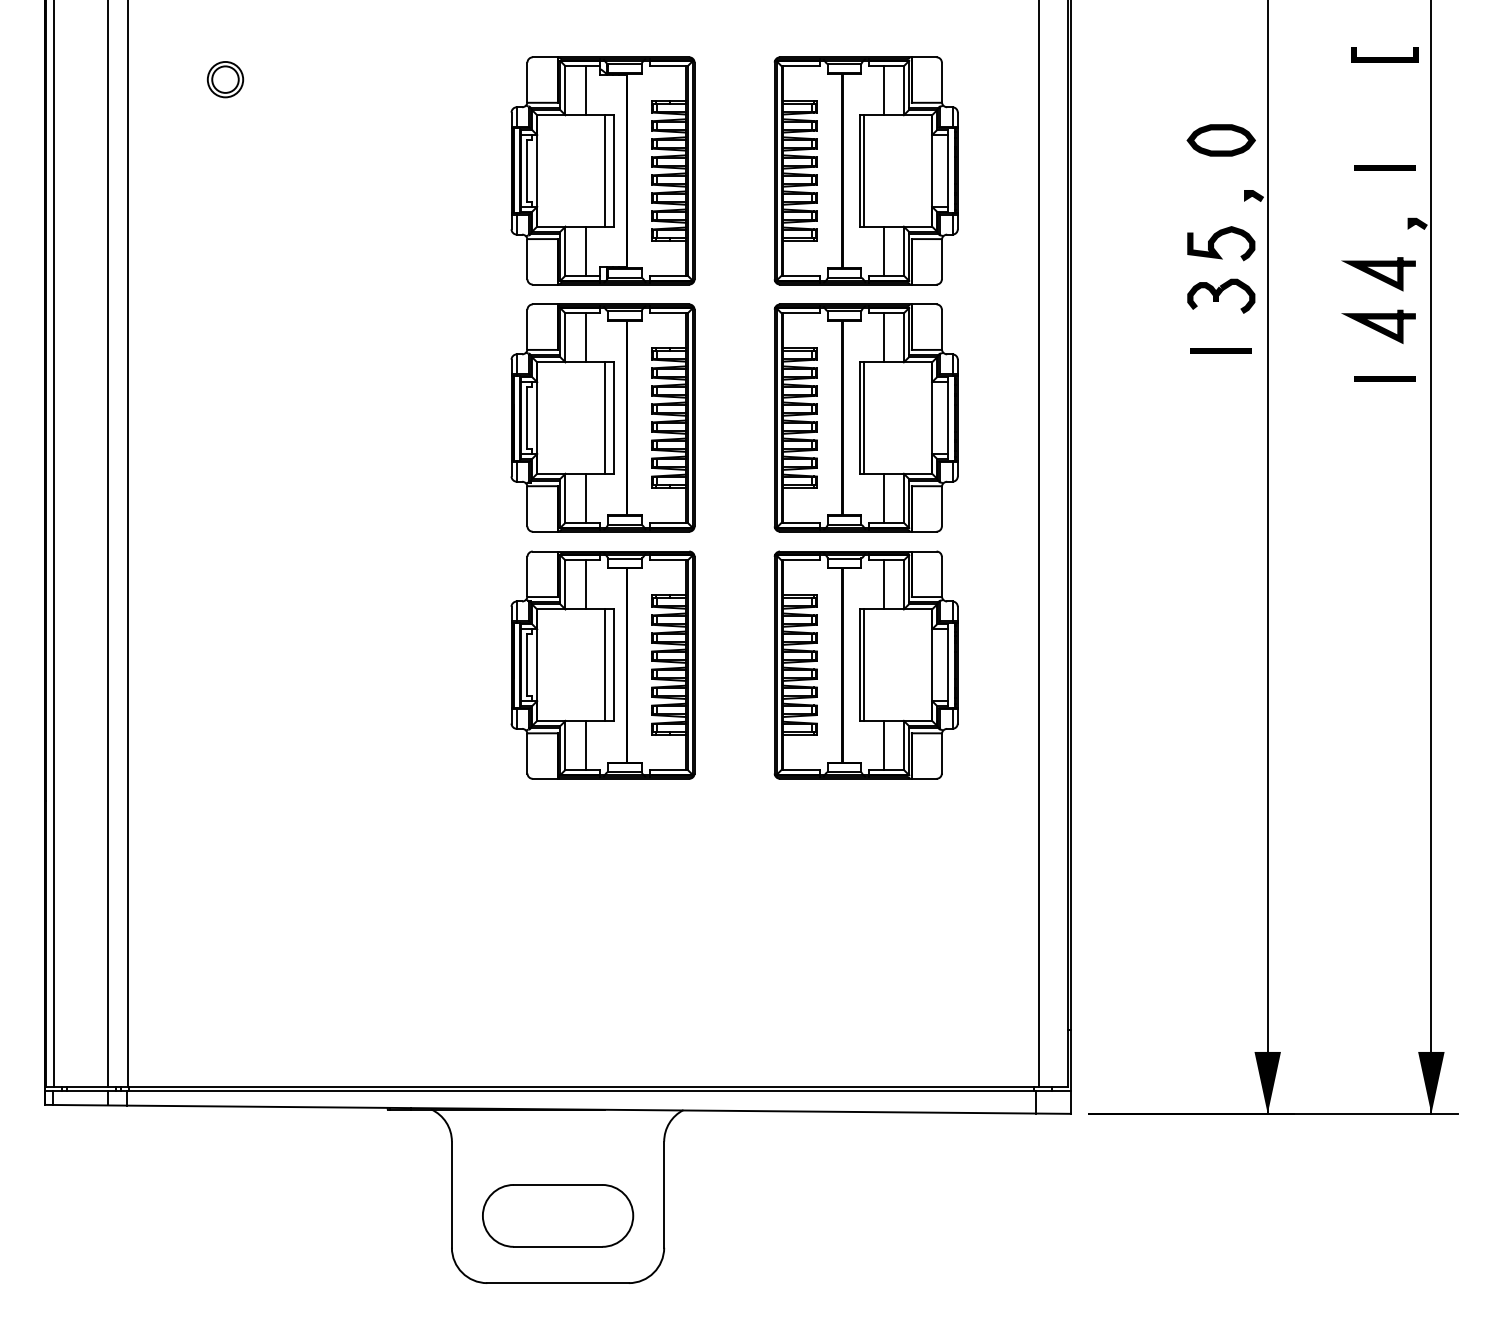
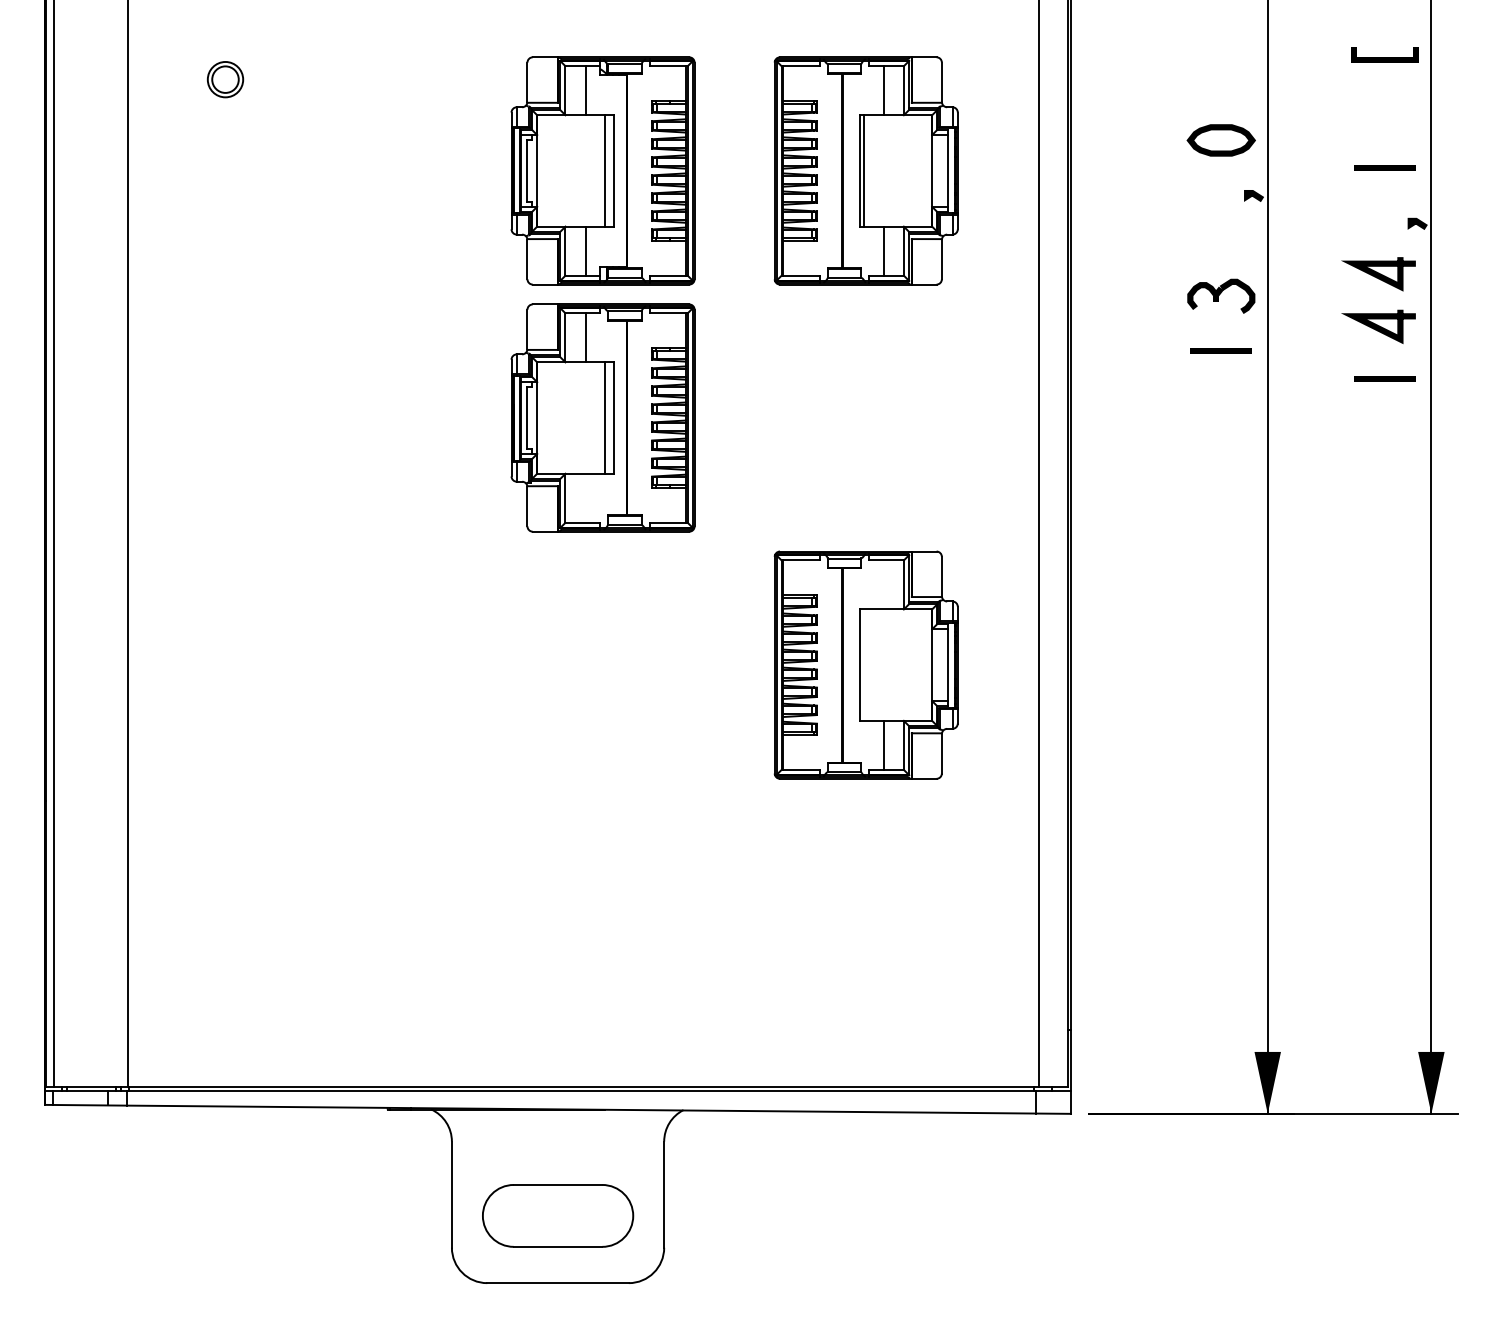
curve at (1217, 239): present -> none
part at (865, 417): present -> none
line at (585, 497): present -> none
line at (107, 544): present -> none
line at (883, 584): present -> none
part at (602, 664): present -> none
line at (864, 664): present -> none
